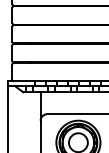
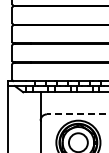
line at (77, 114): solid -> dashed
